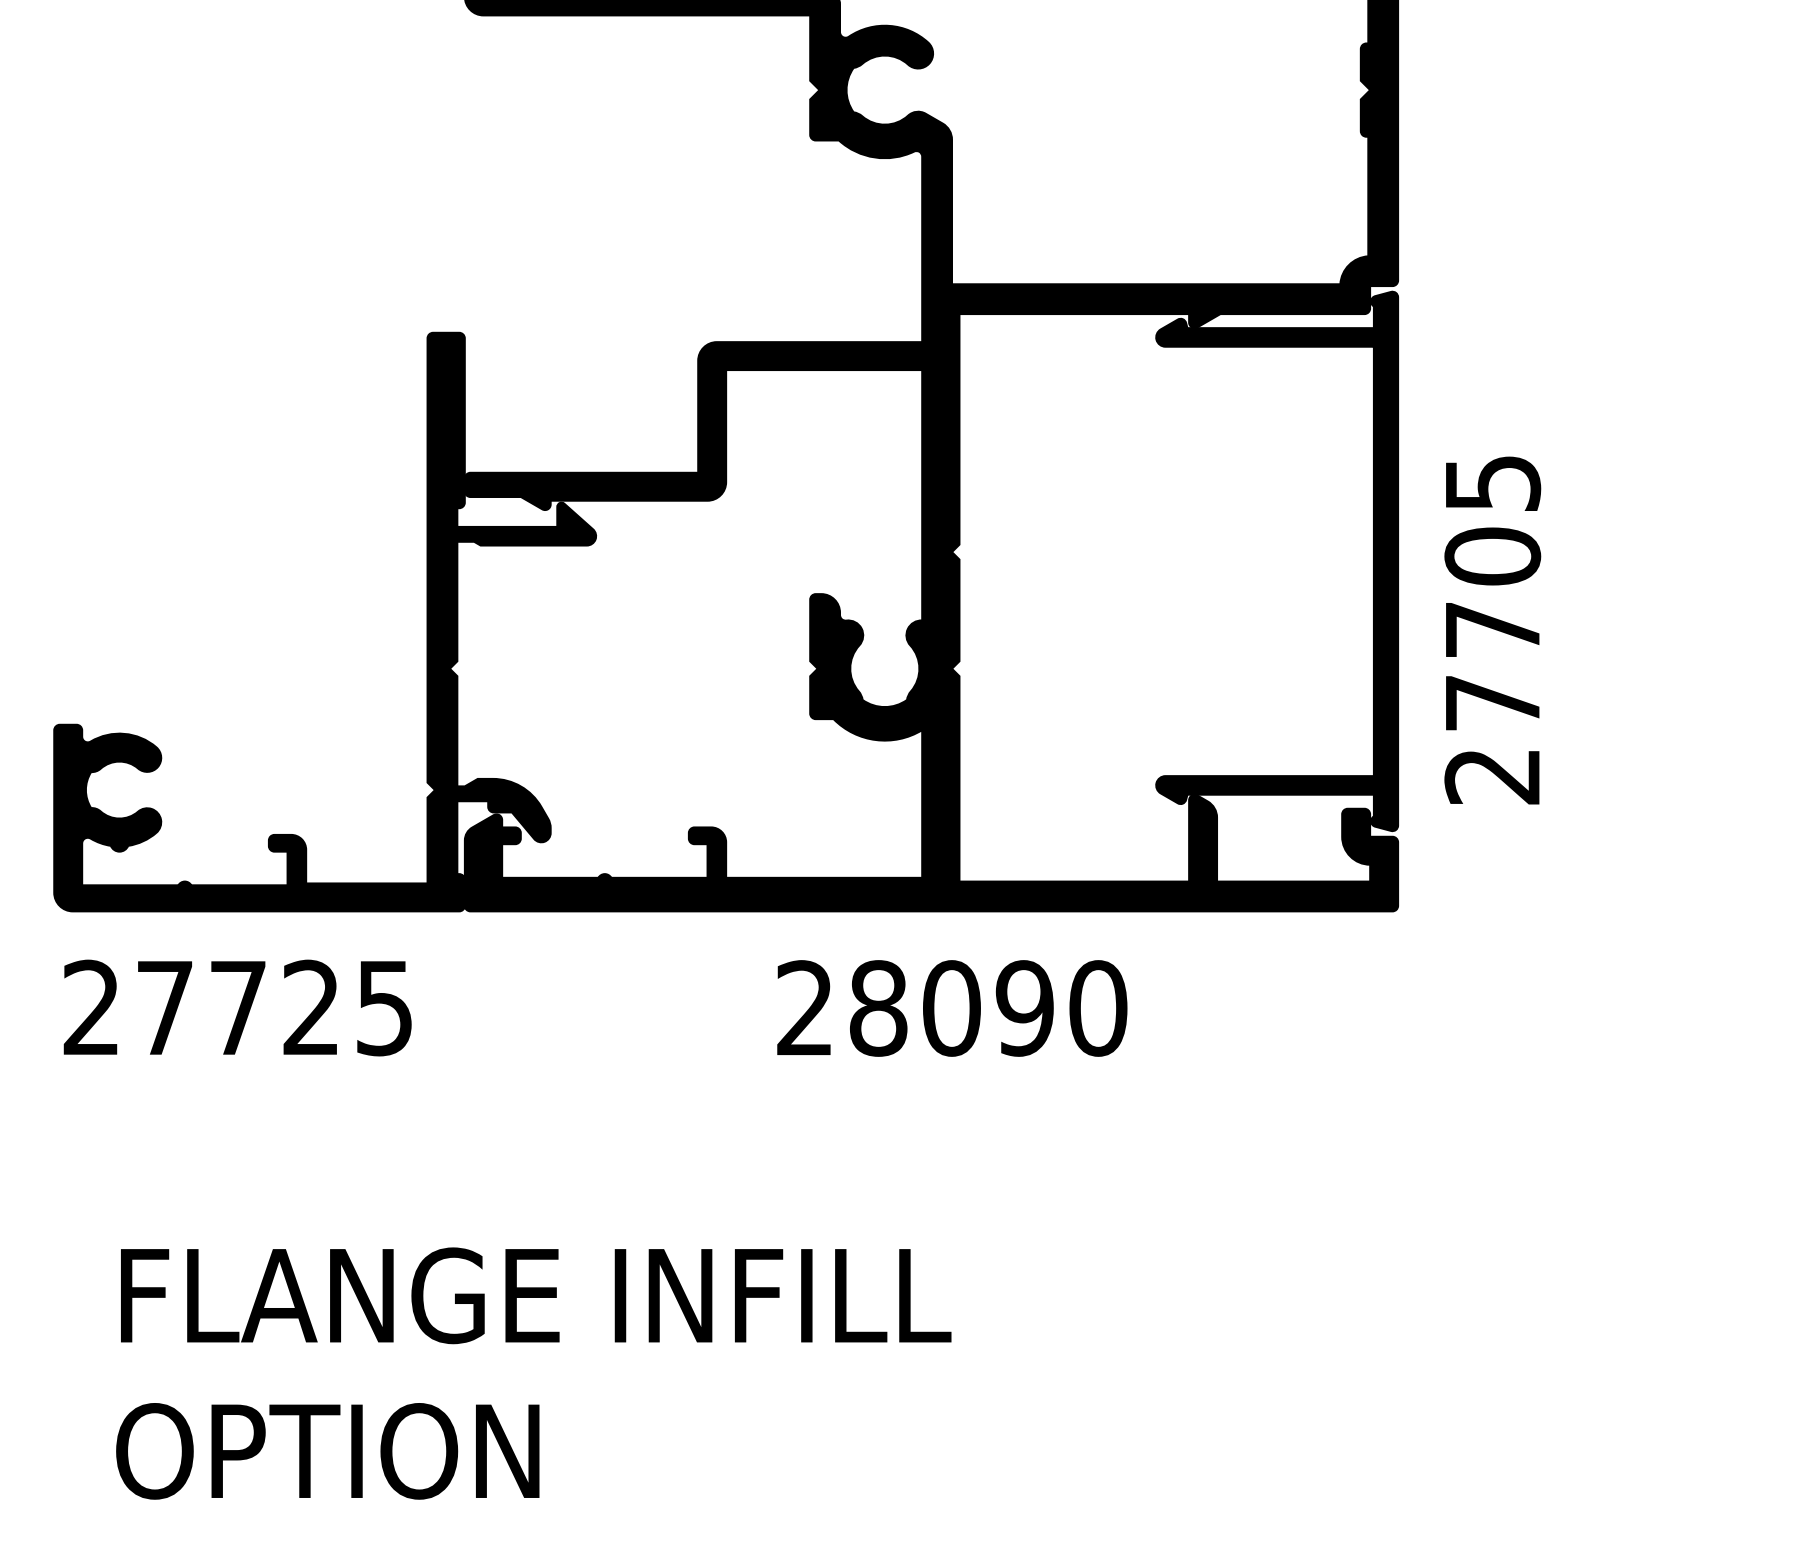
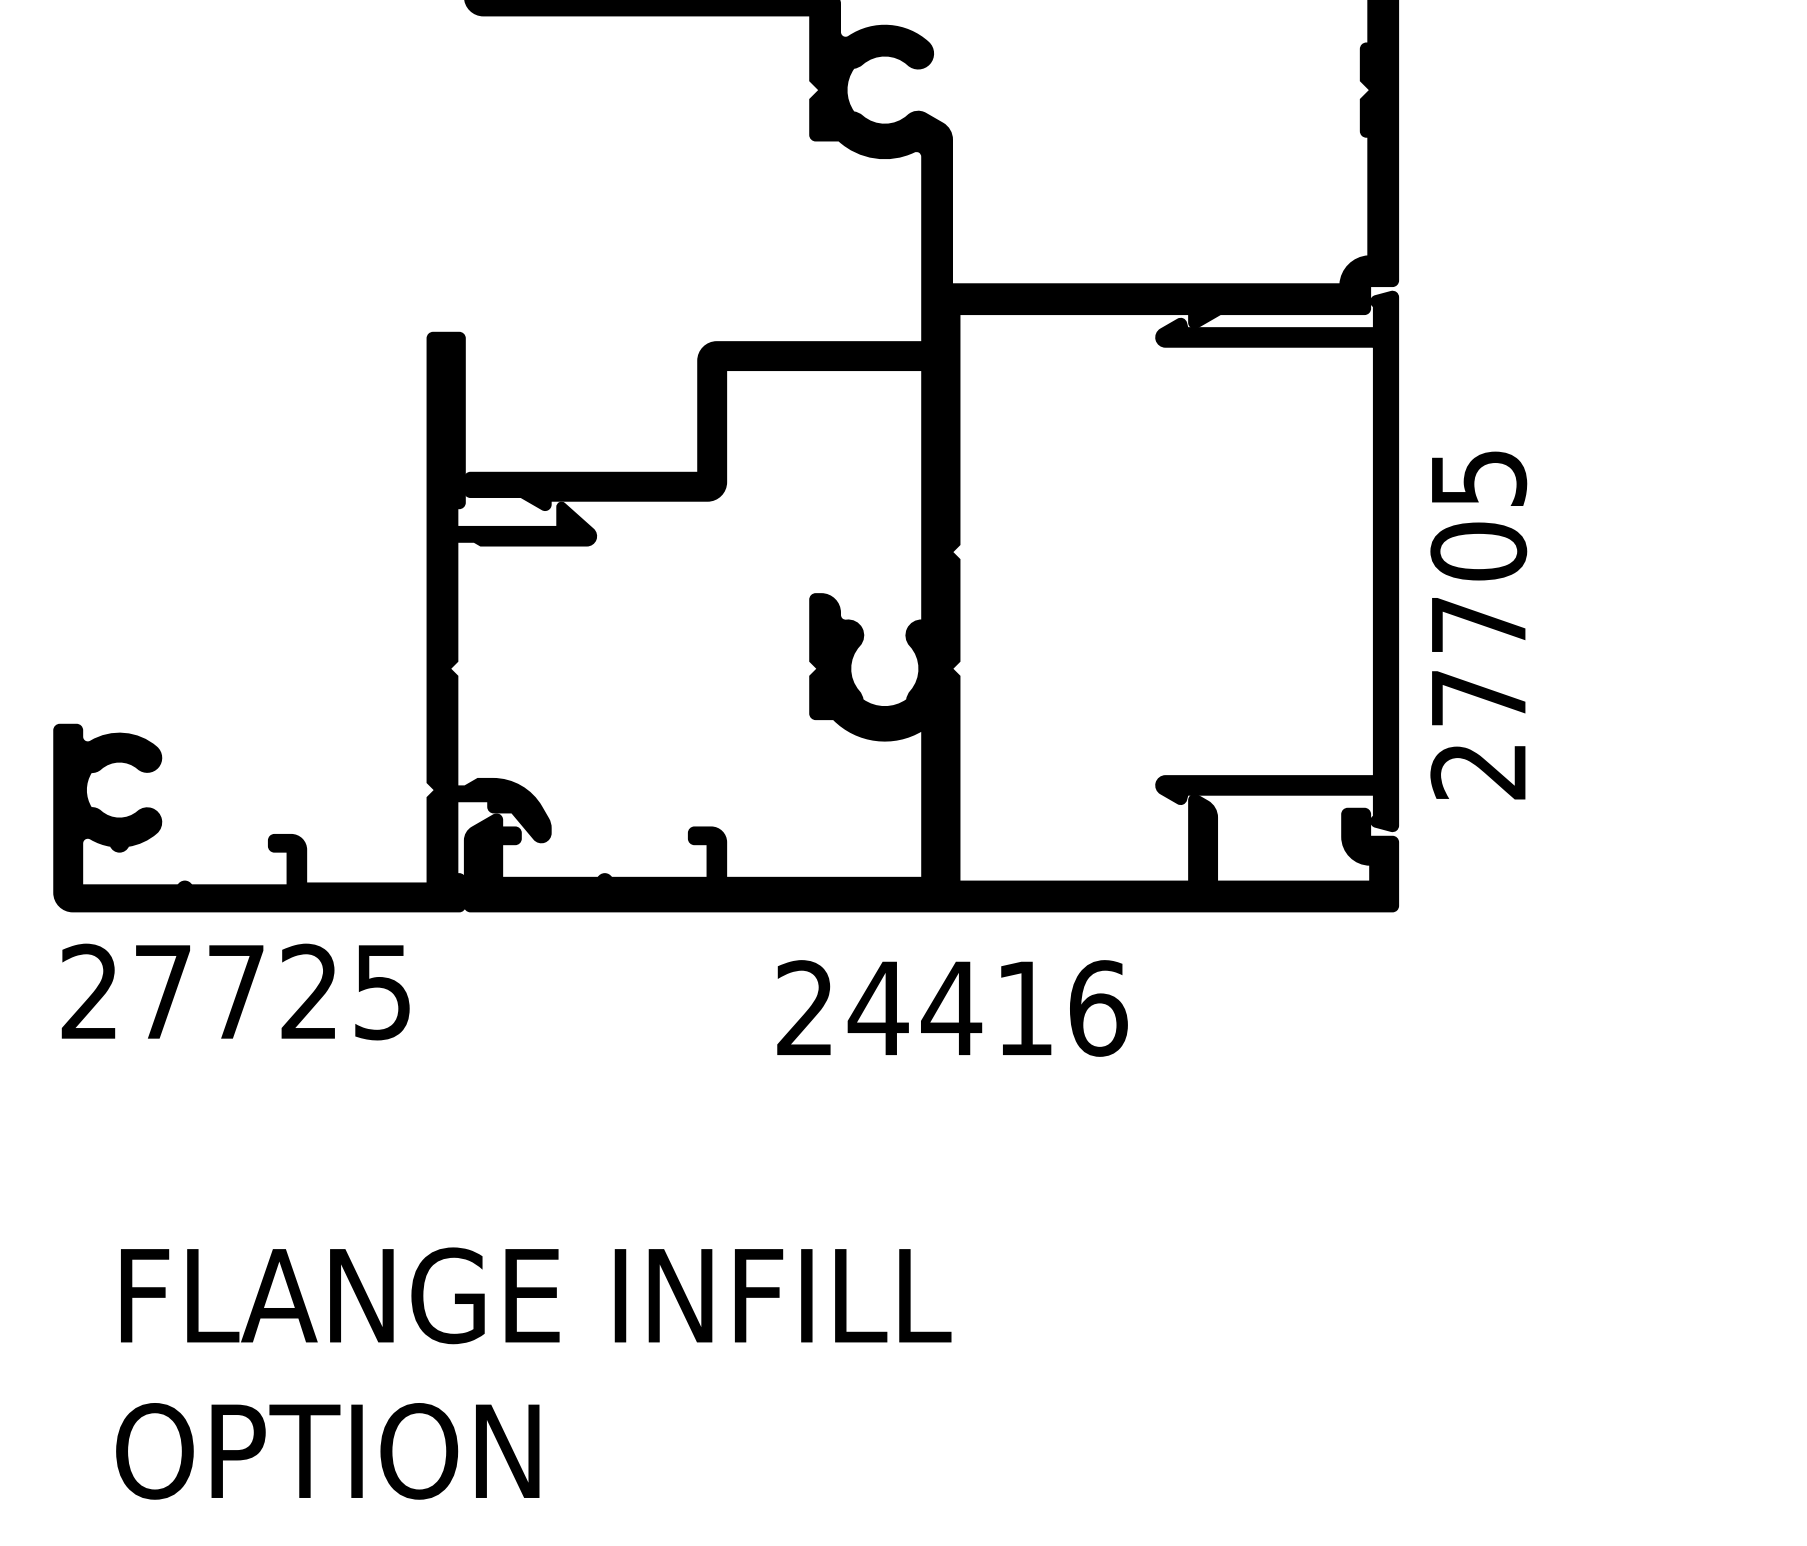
text at (1492, 630) position: (1492, 630) -> (1478, 625)
text at (237, 1007) position: (237, 1007) -> (235, 991)
text at (987, 1008): 28090 -> 24416
